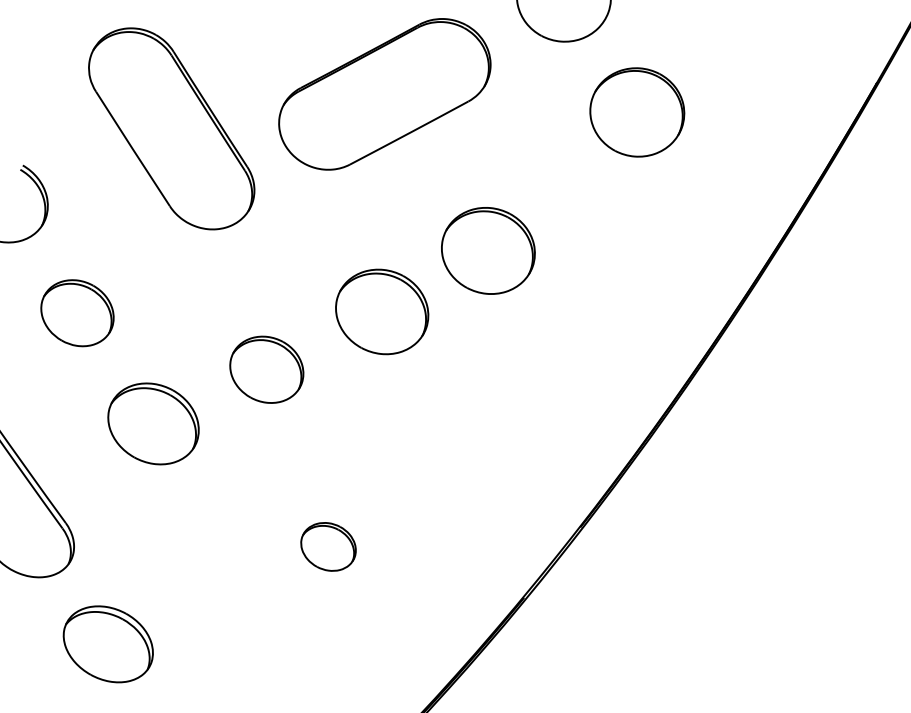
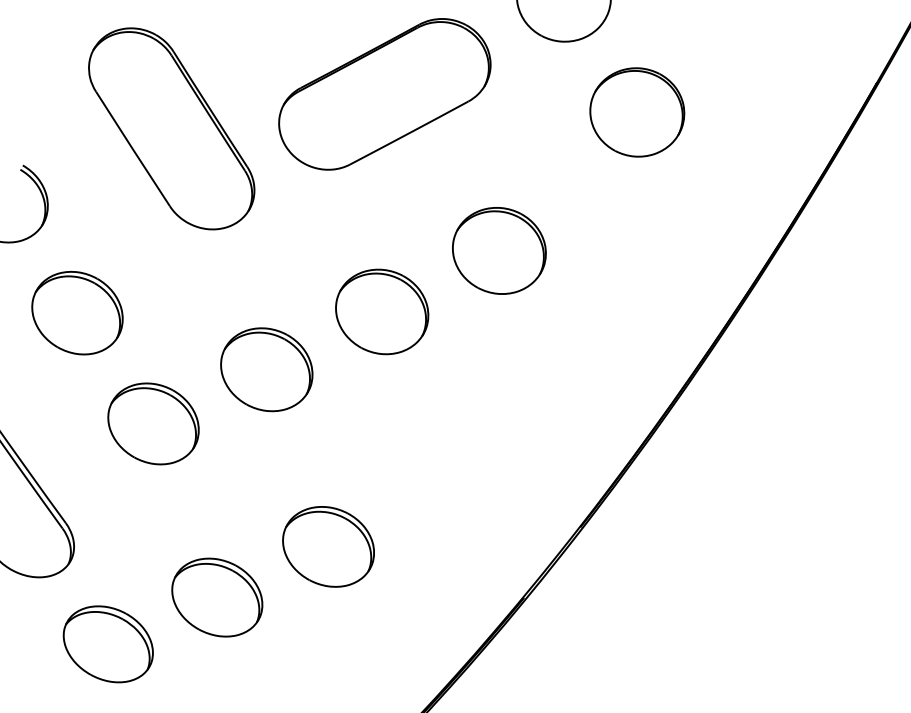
part at (488, 250) position: (488, 250) -> (499, 250)
part at (77, 313) size: 75x69 px -> 93x85 px
part at (266, 369) size: 76x69 px -> 94x86 px
part at (328, 546) size: 57x50 px -> 93x82 px
part at (217, 597): none -> present
